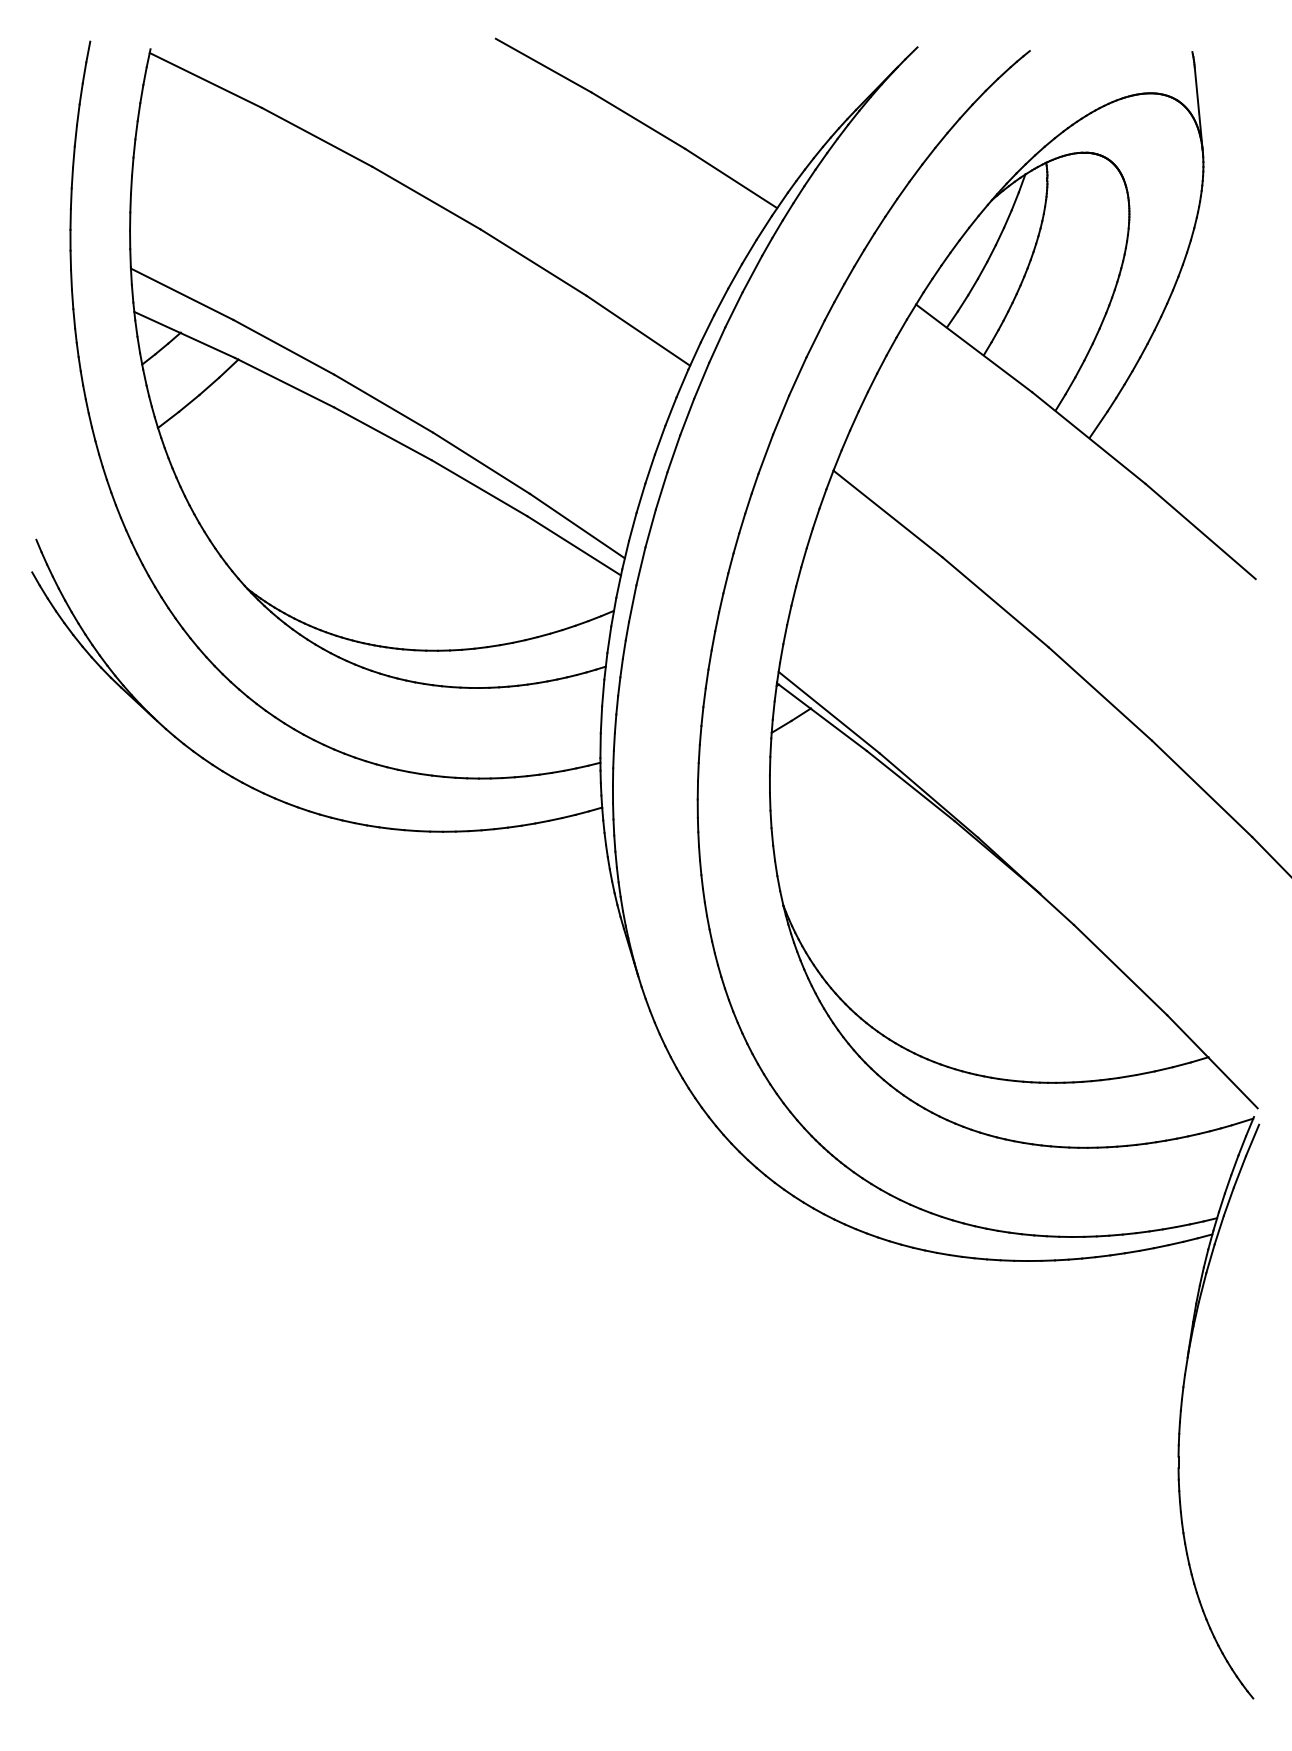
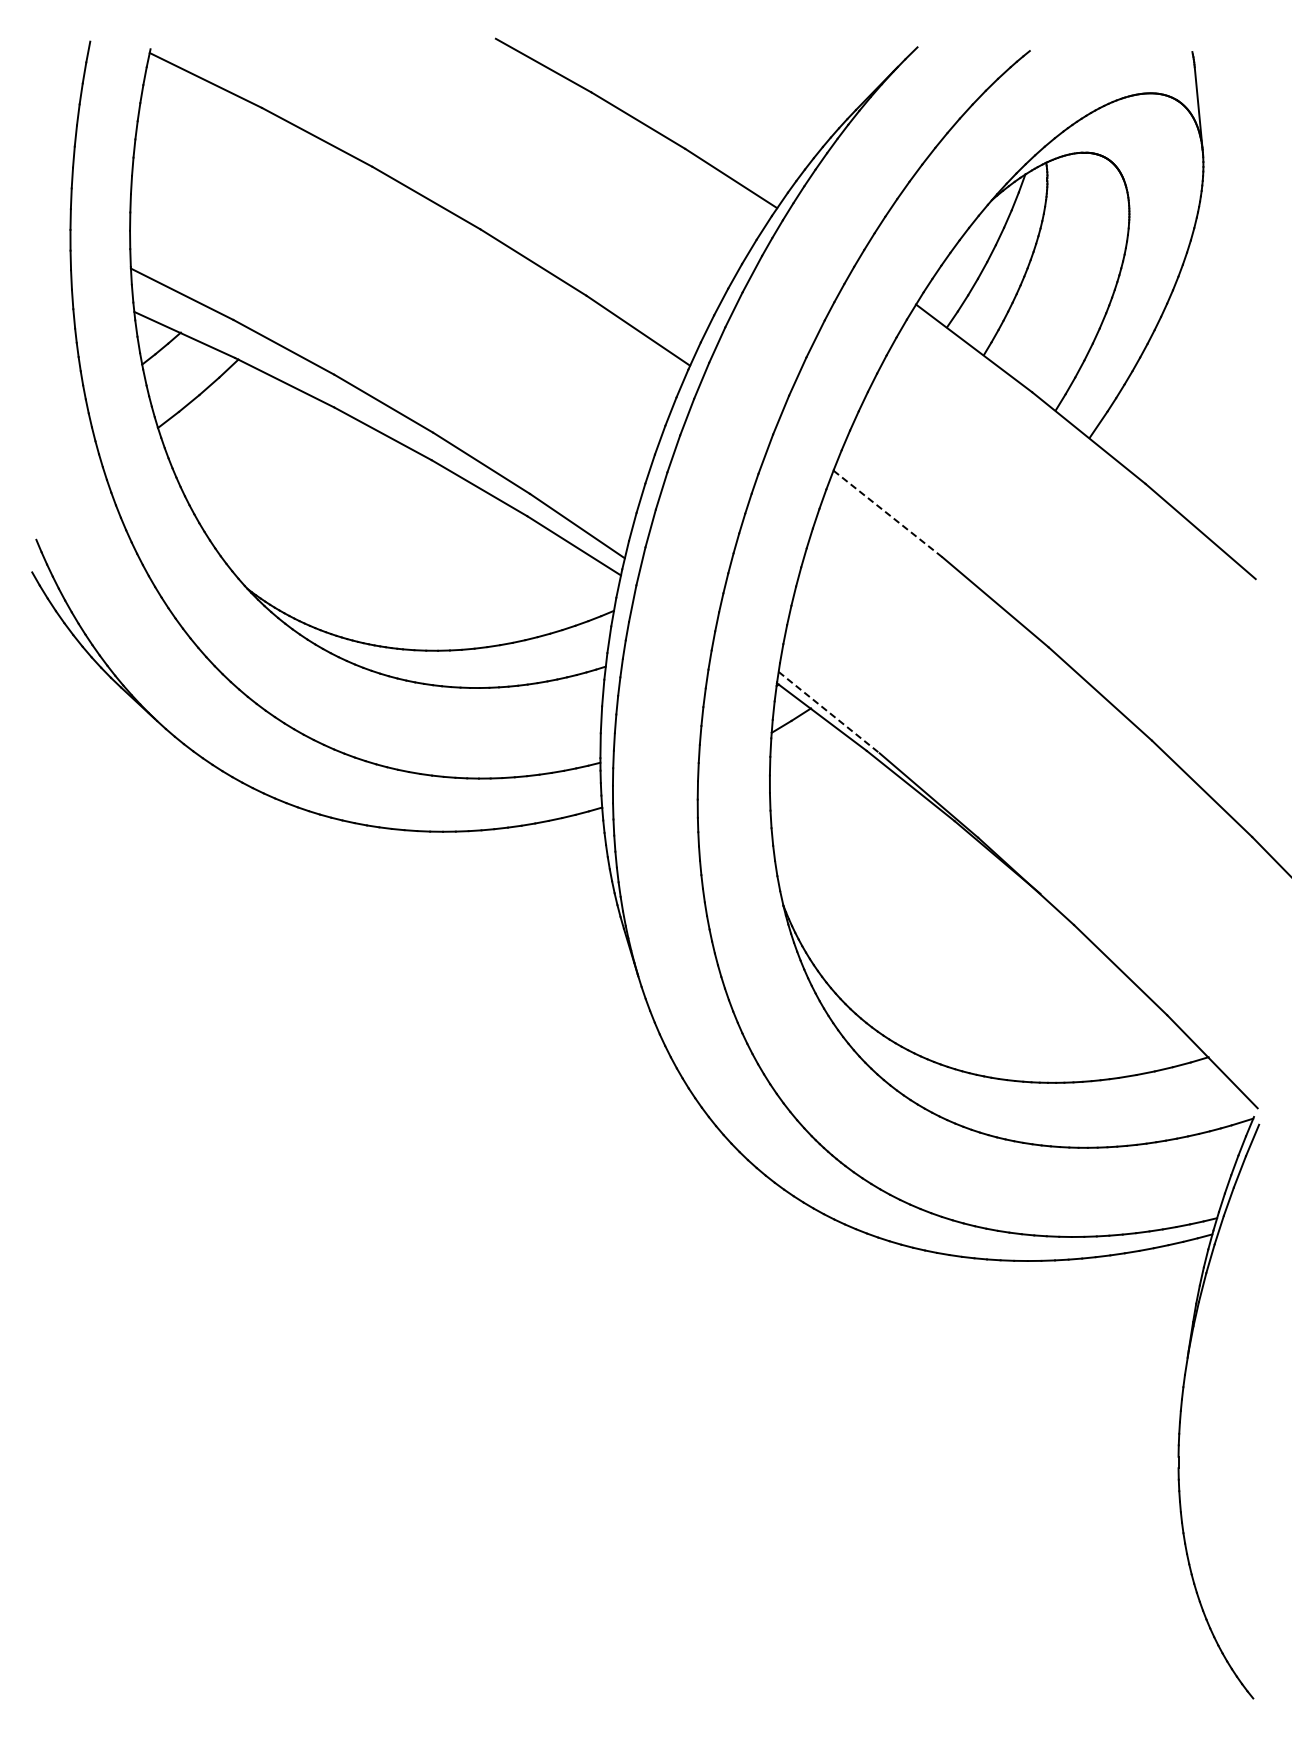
line at (887, 513): solid -> dashed
line at (829, 712): solid -> dashed
